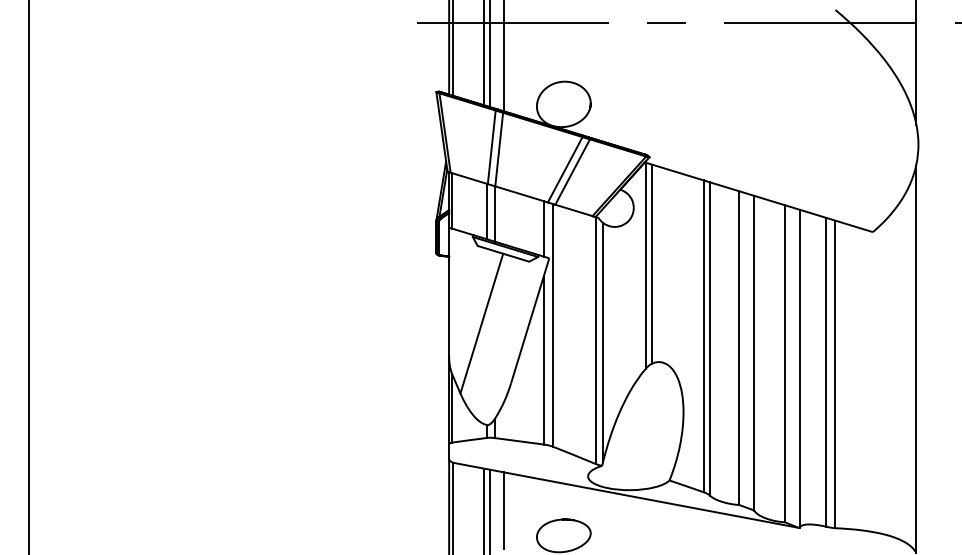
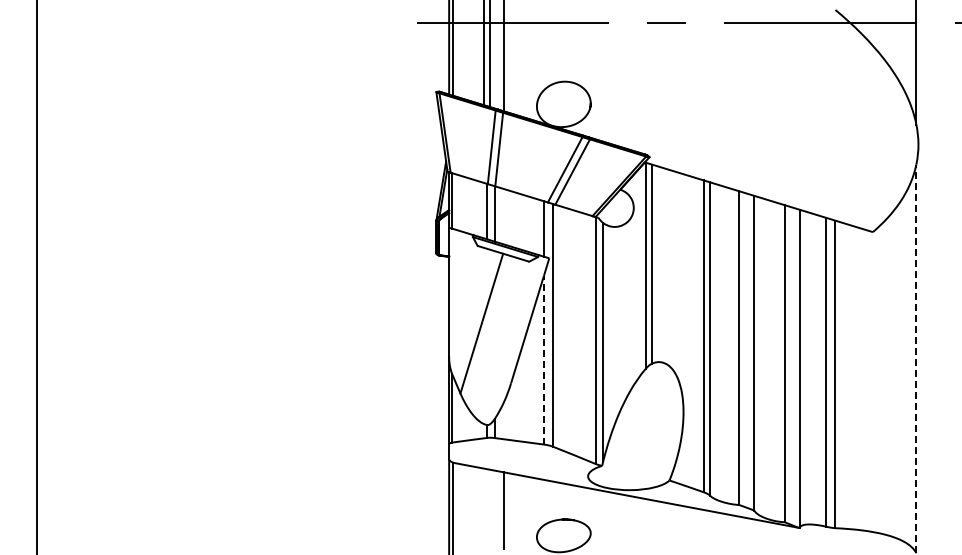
line at (28, 276) position: (28, 276) -> (36, 276)
line at (916, 358): solid -> dashed
line at (543, 359): solid -> dashed
line at (484, 509): present -> none
line at (489, 510): present -> none
